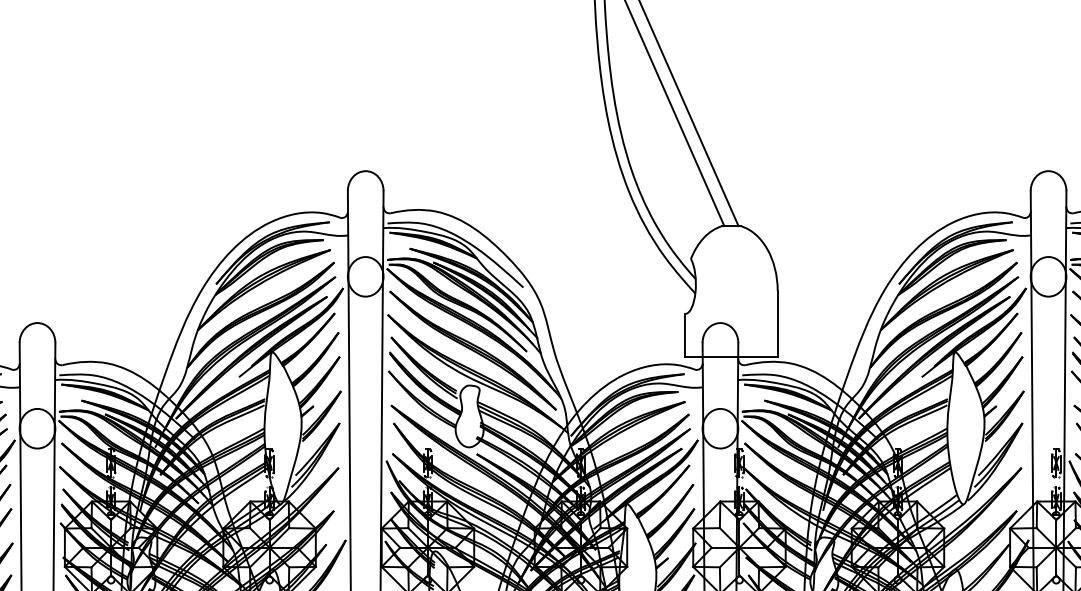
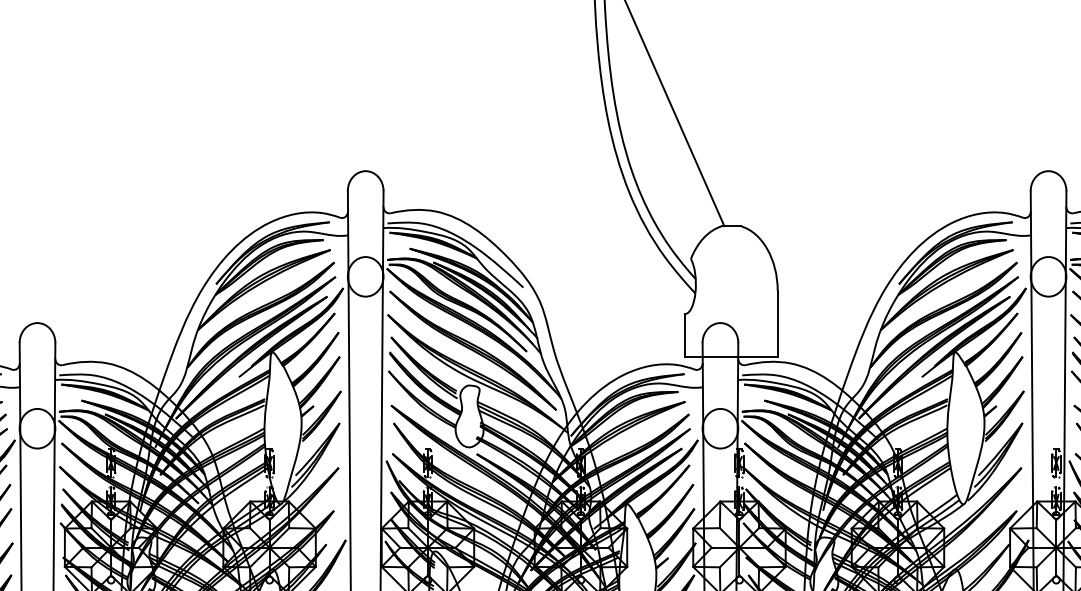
line at (689, 114): present -> none
